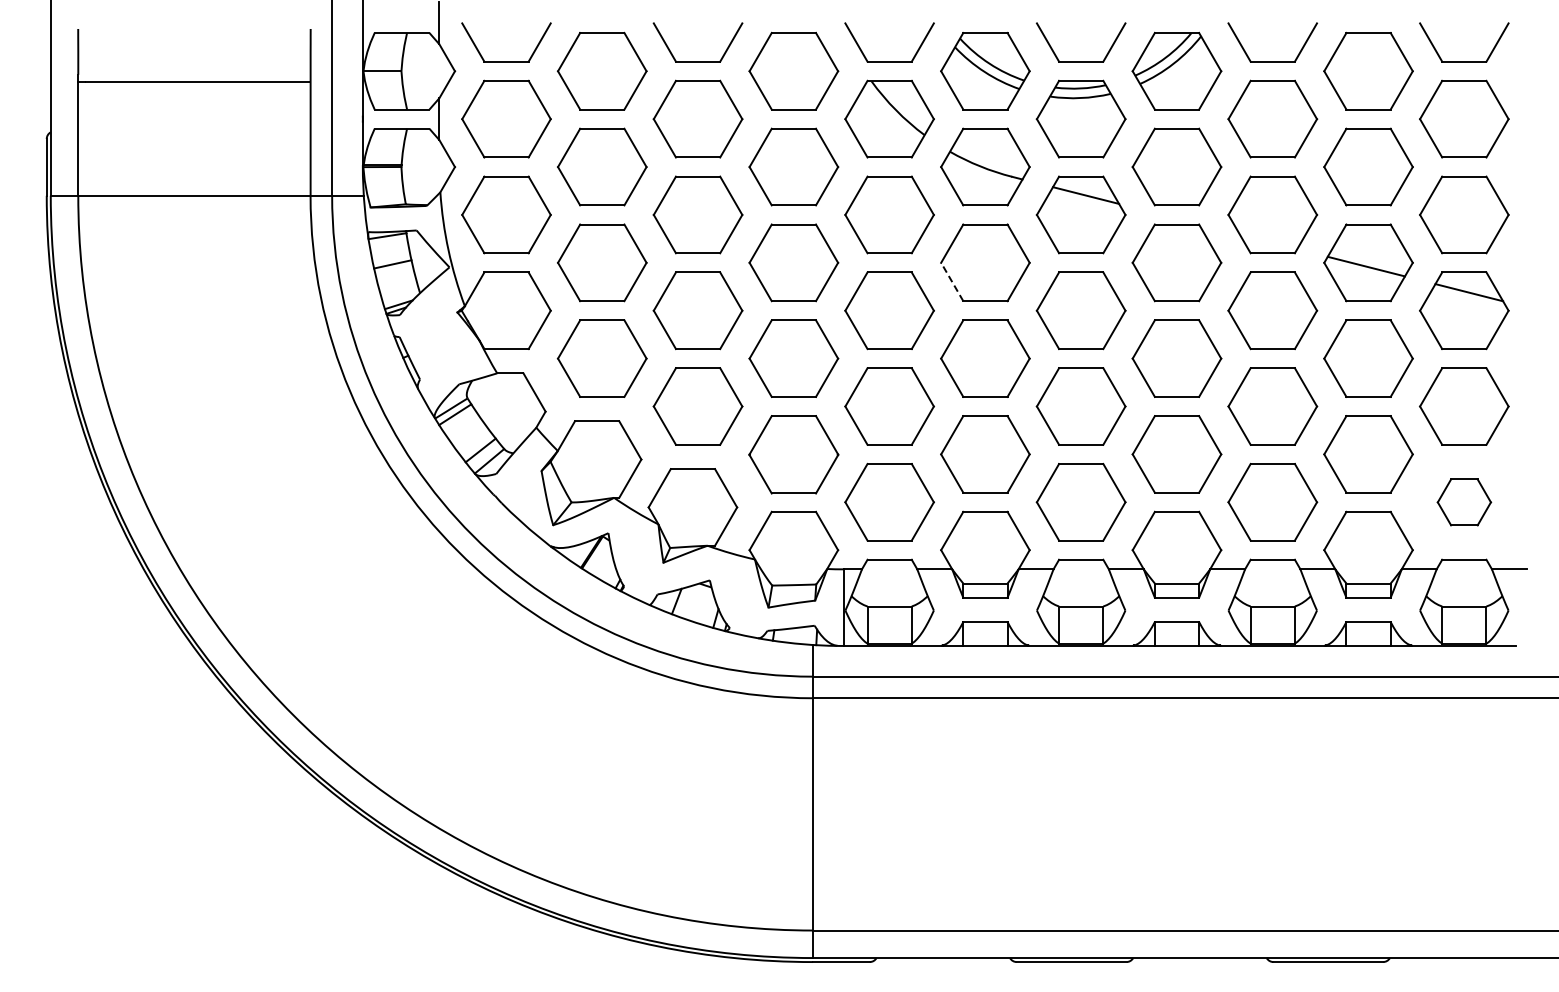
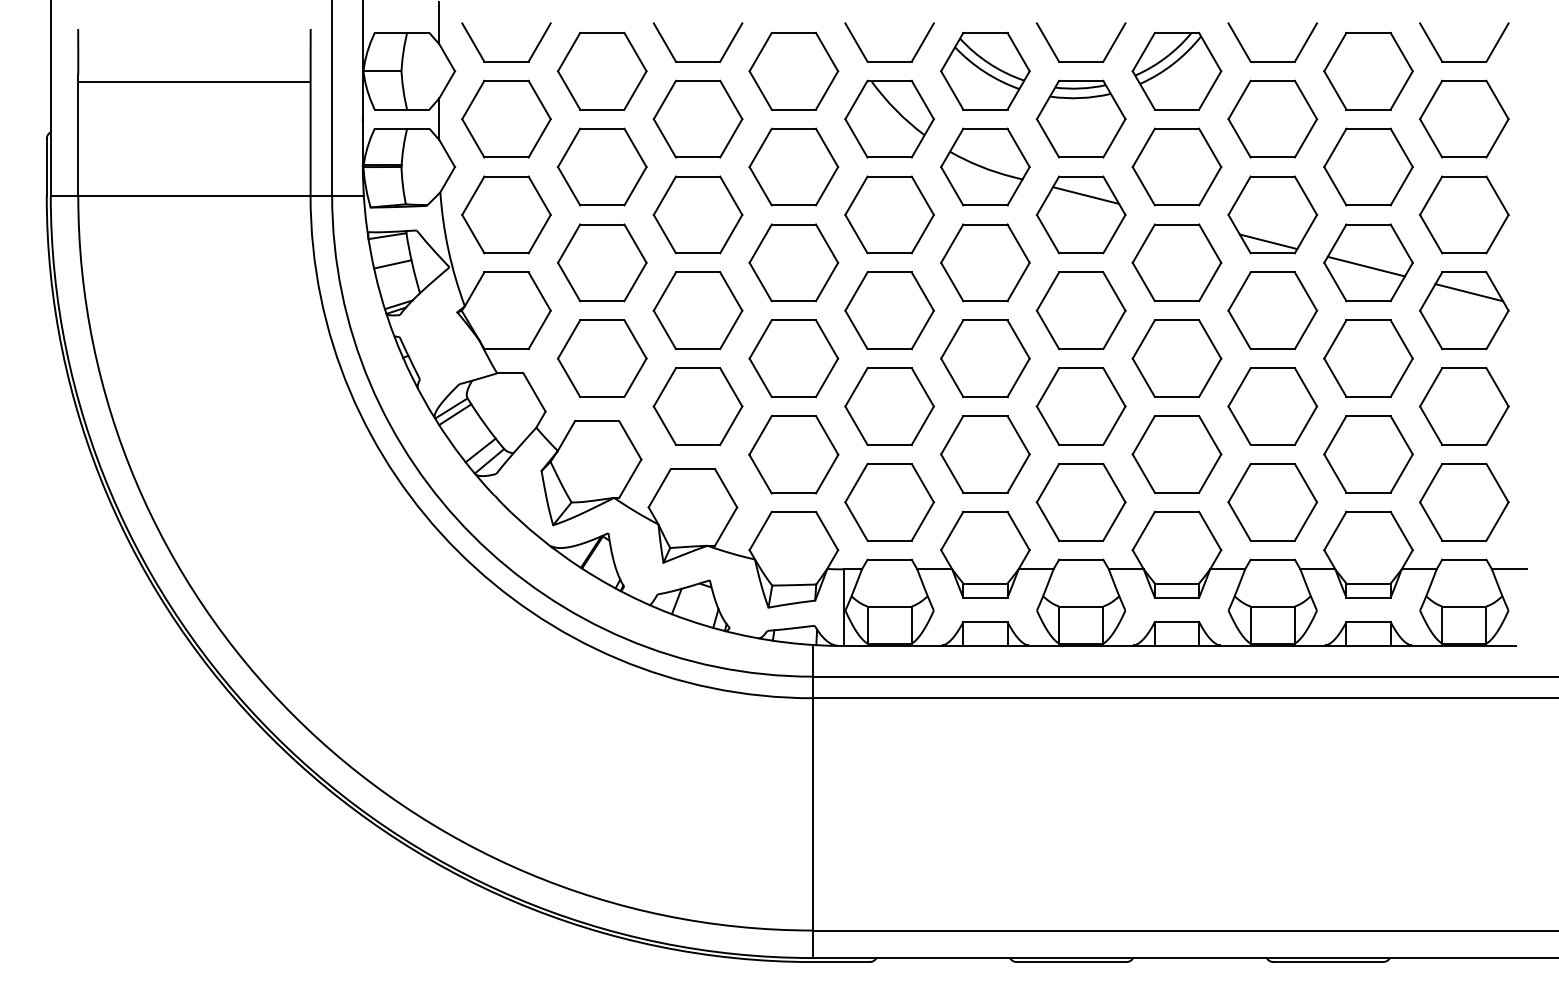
line at (1268, 241): none -> present
line at (951, 281): dashed -> solid
part at (1464, 502) size: 57x49 px -> 91x79 px
